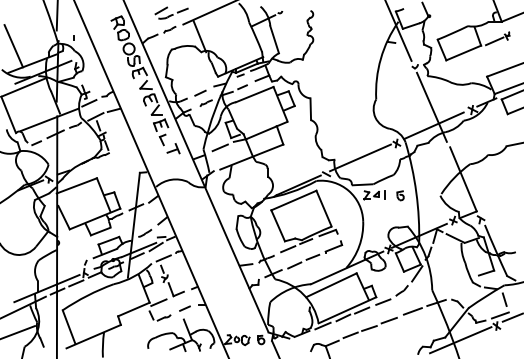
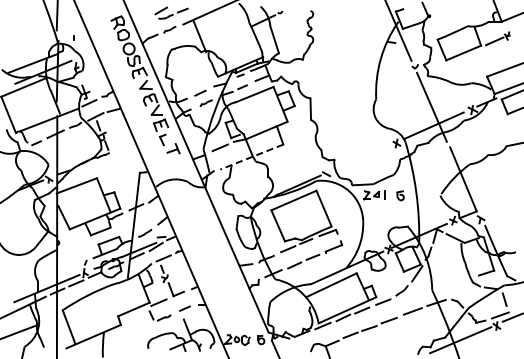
line at (13, 46): present -> none
line at (251, 157): solid -> dashed
line at (360, 157): present -> none
